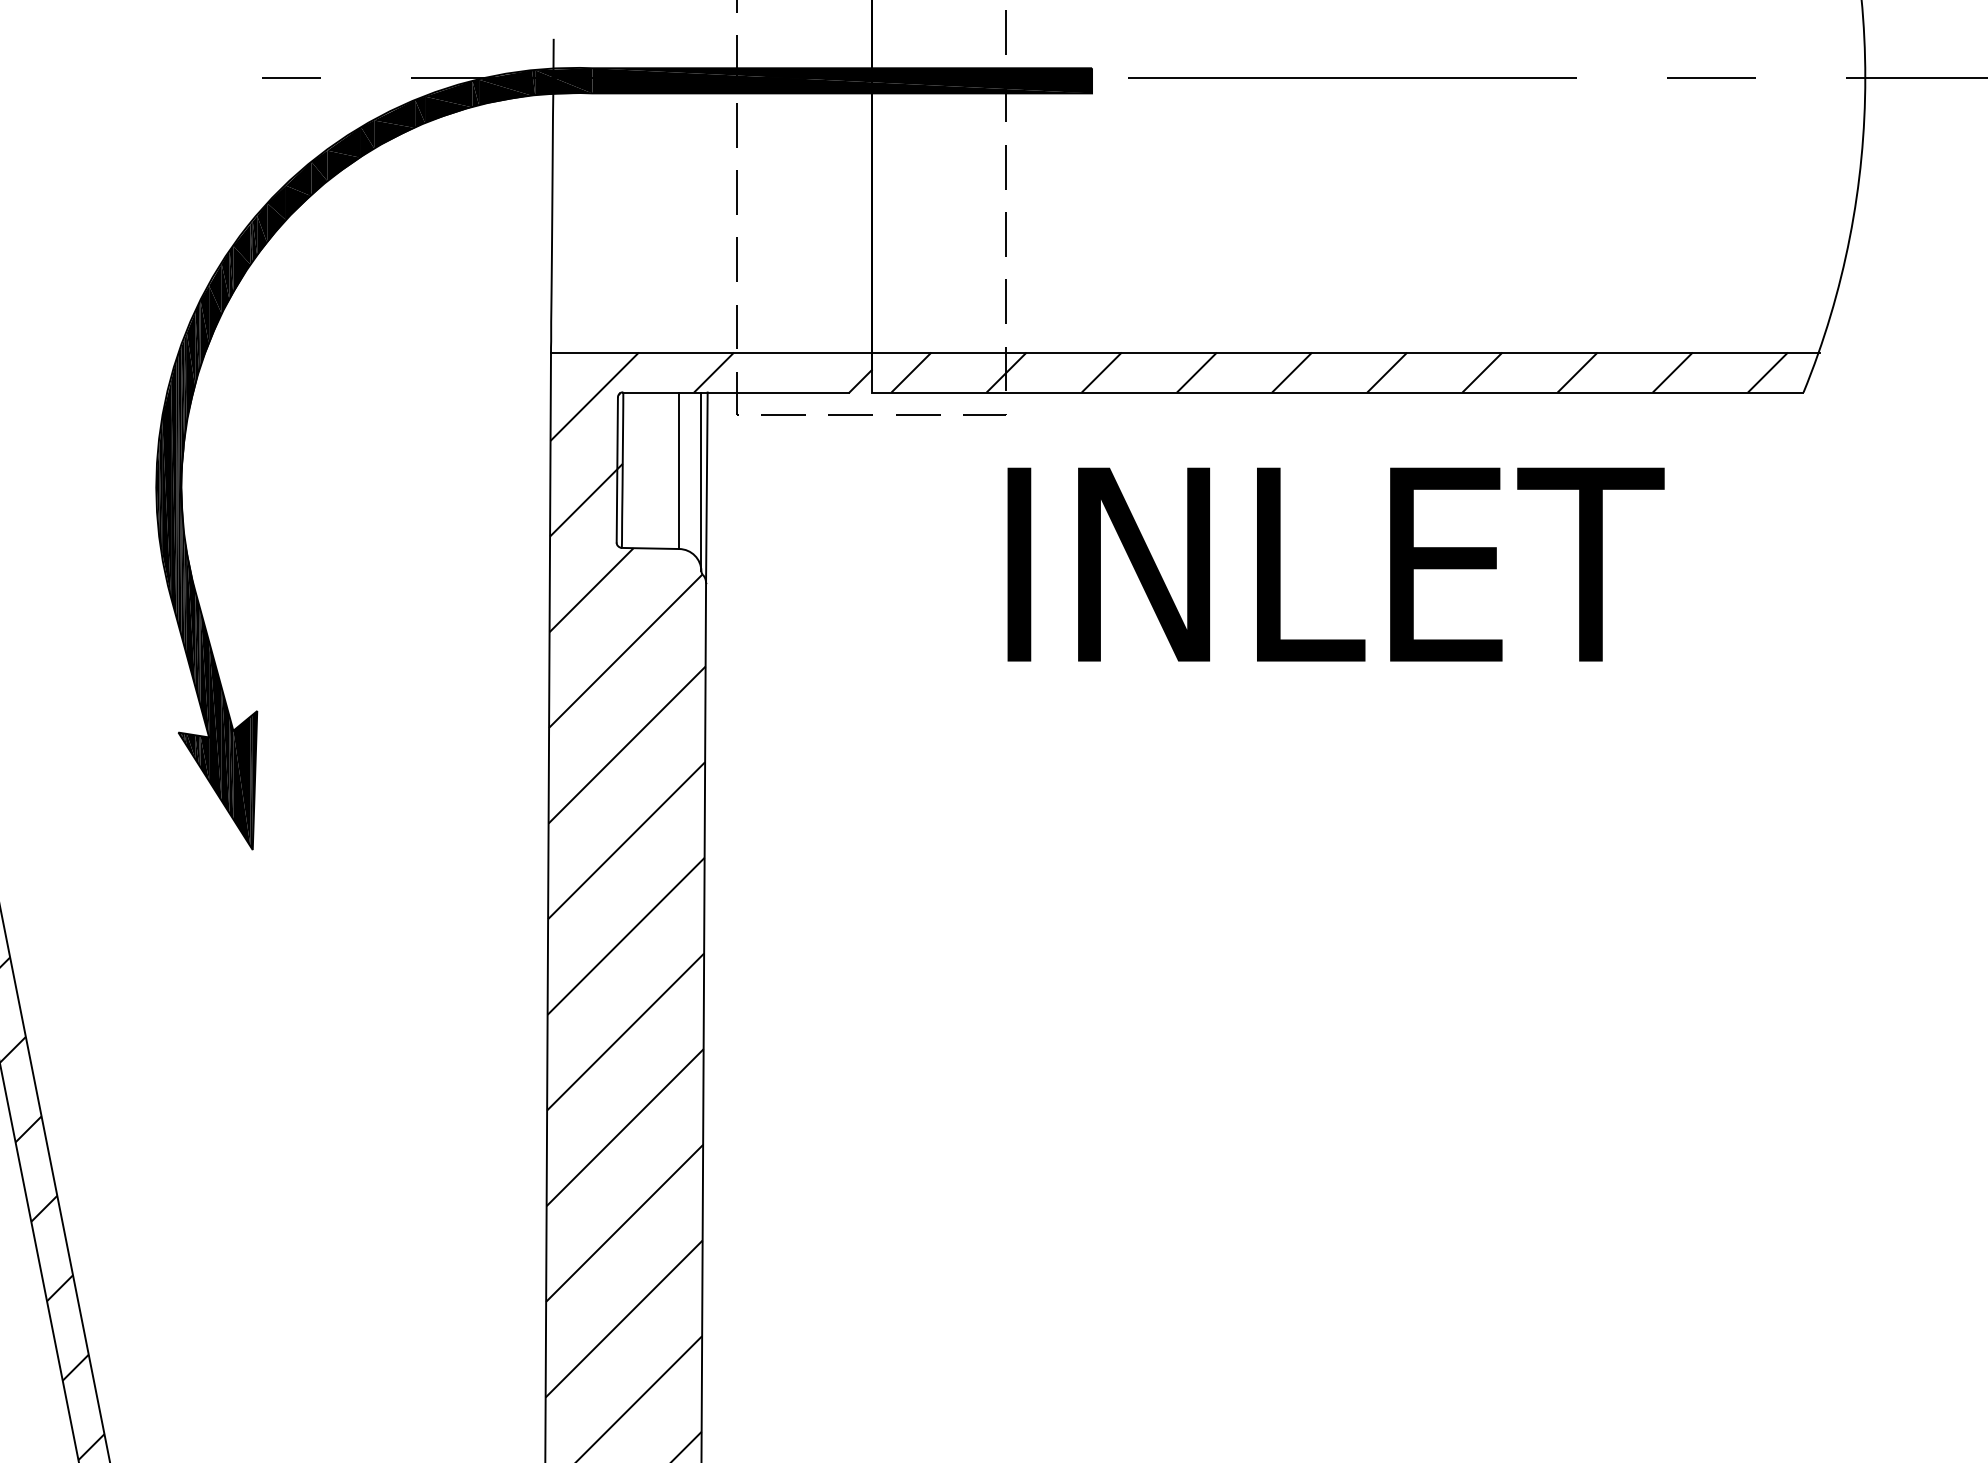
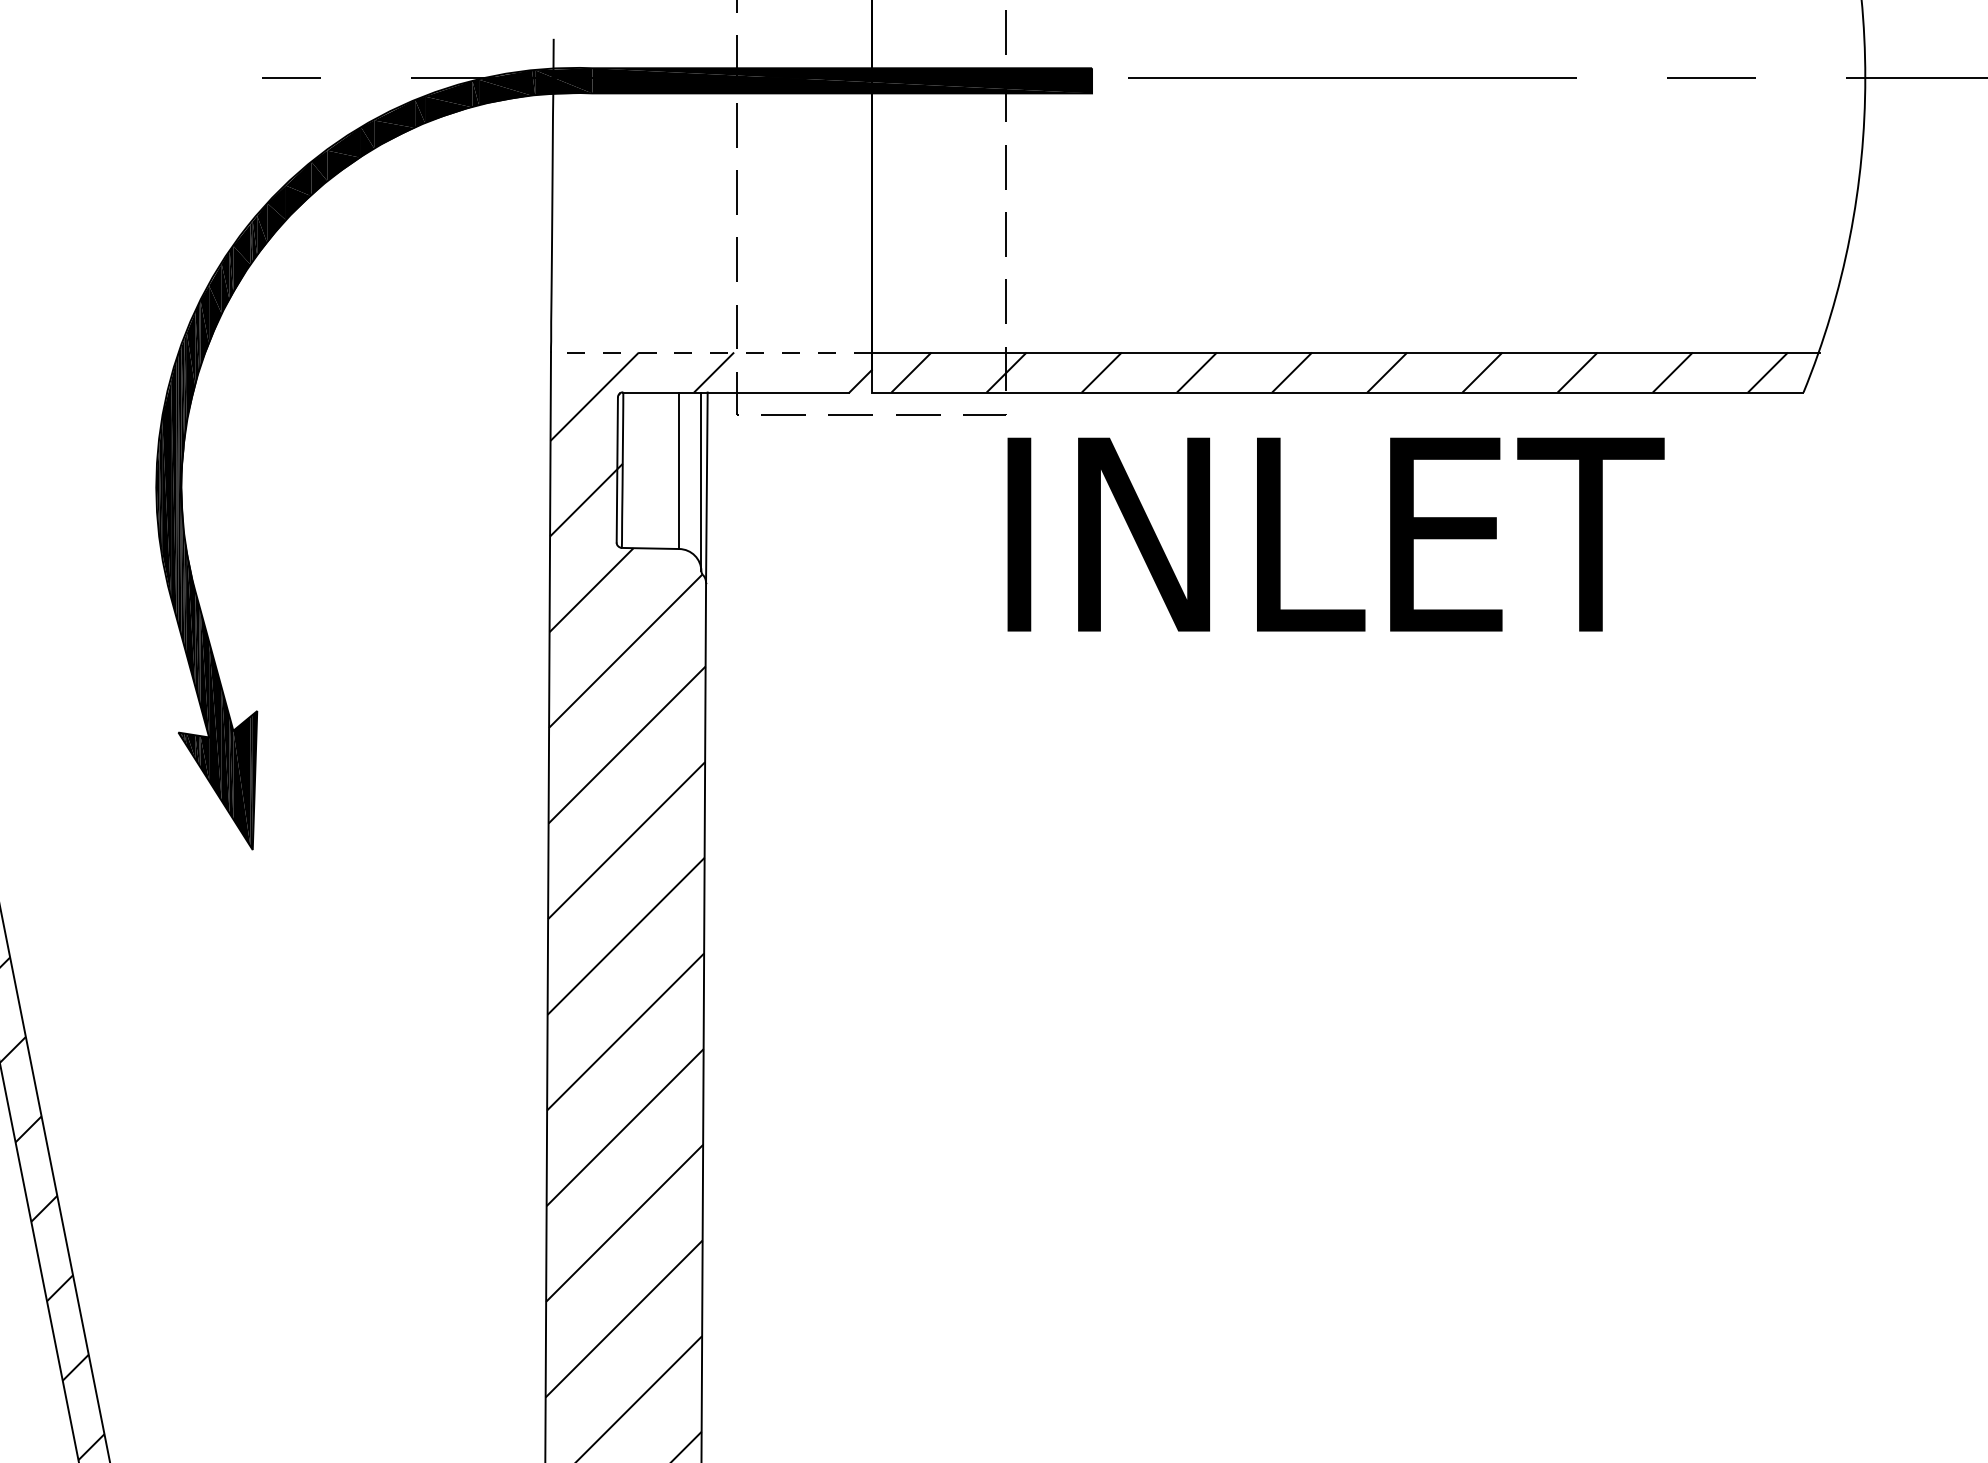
line at (710, 352): solid -> dashed
text at (1335, 564) position: (1335, 564) -> (1335, 534)
